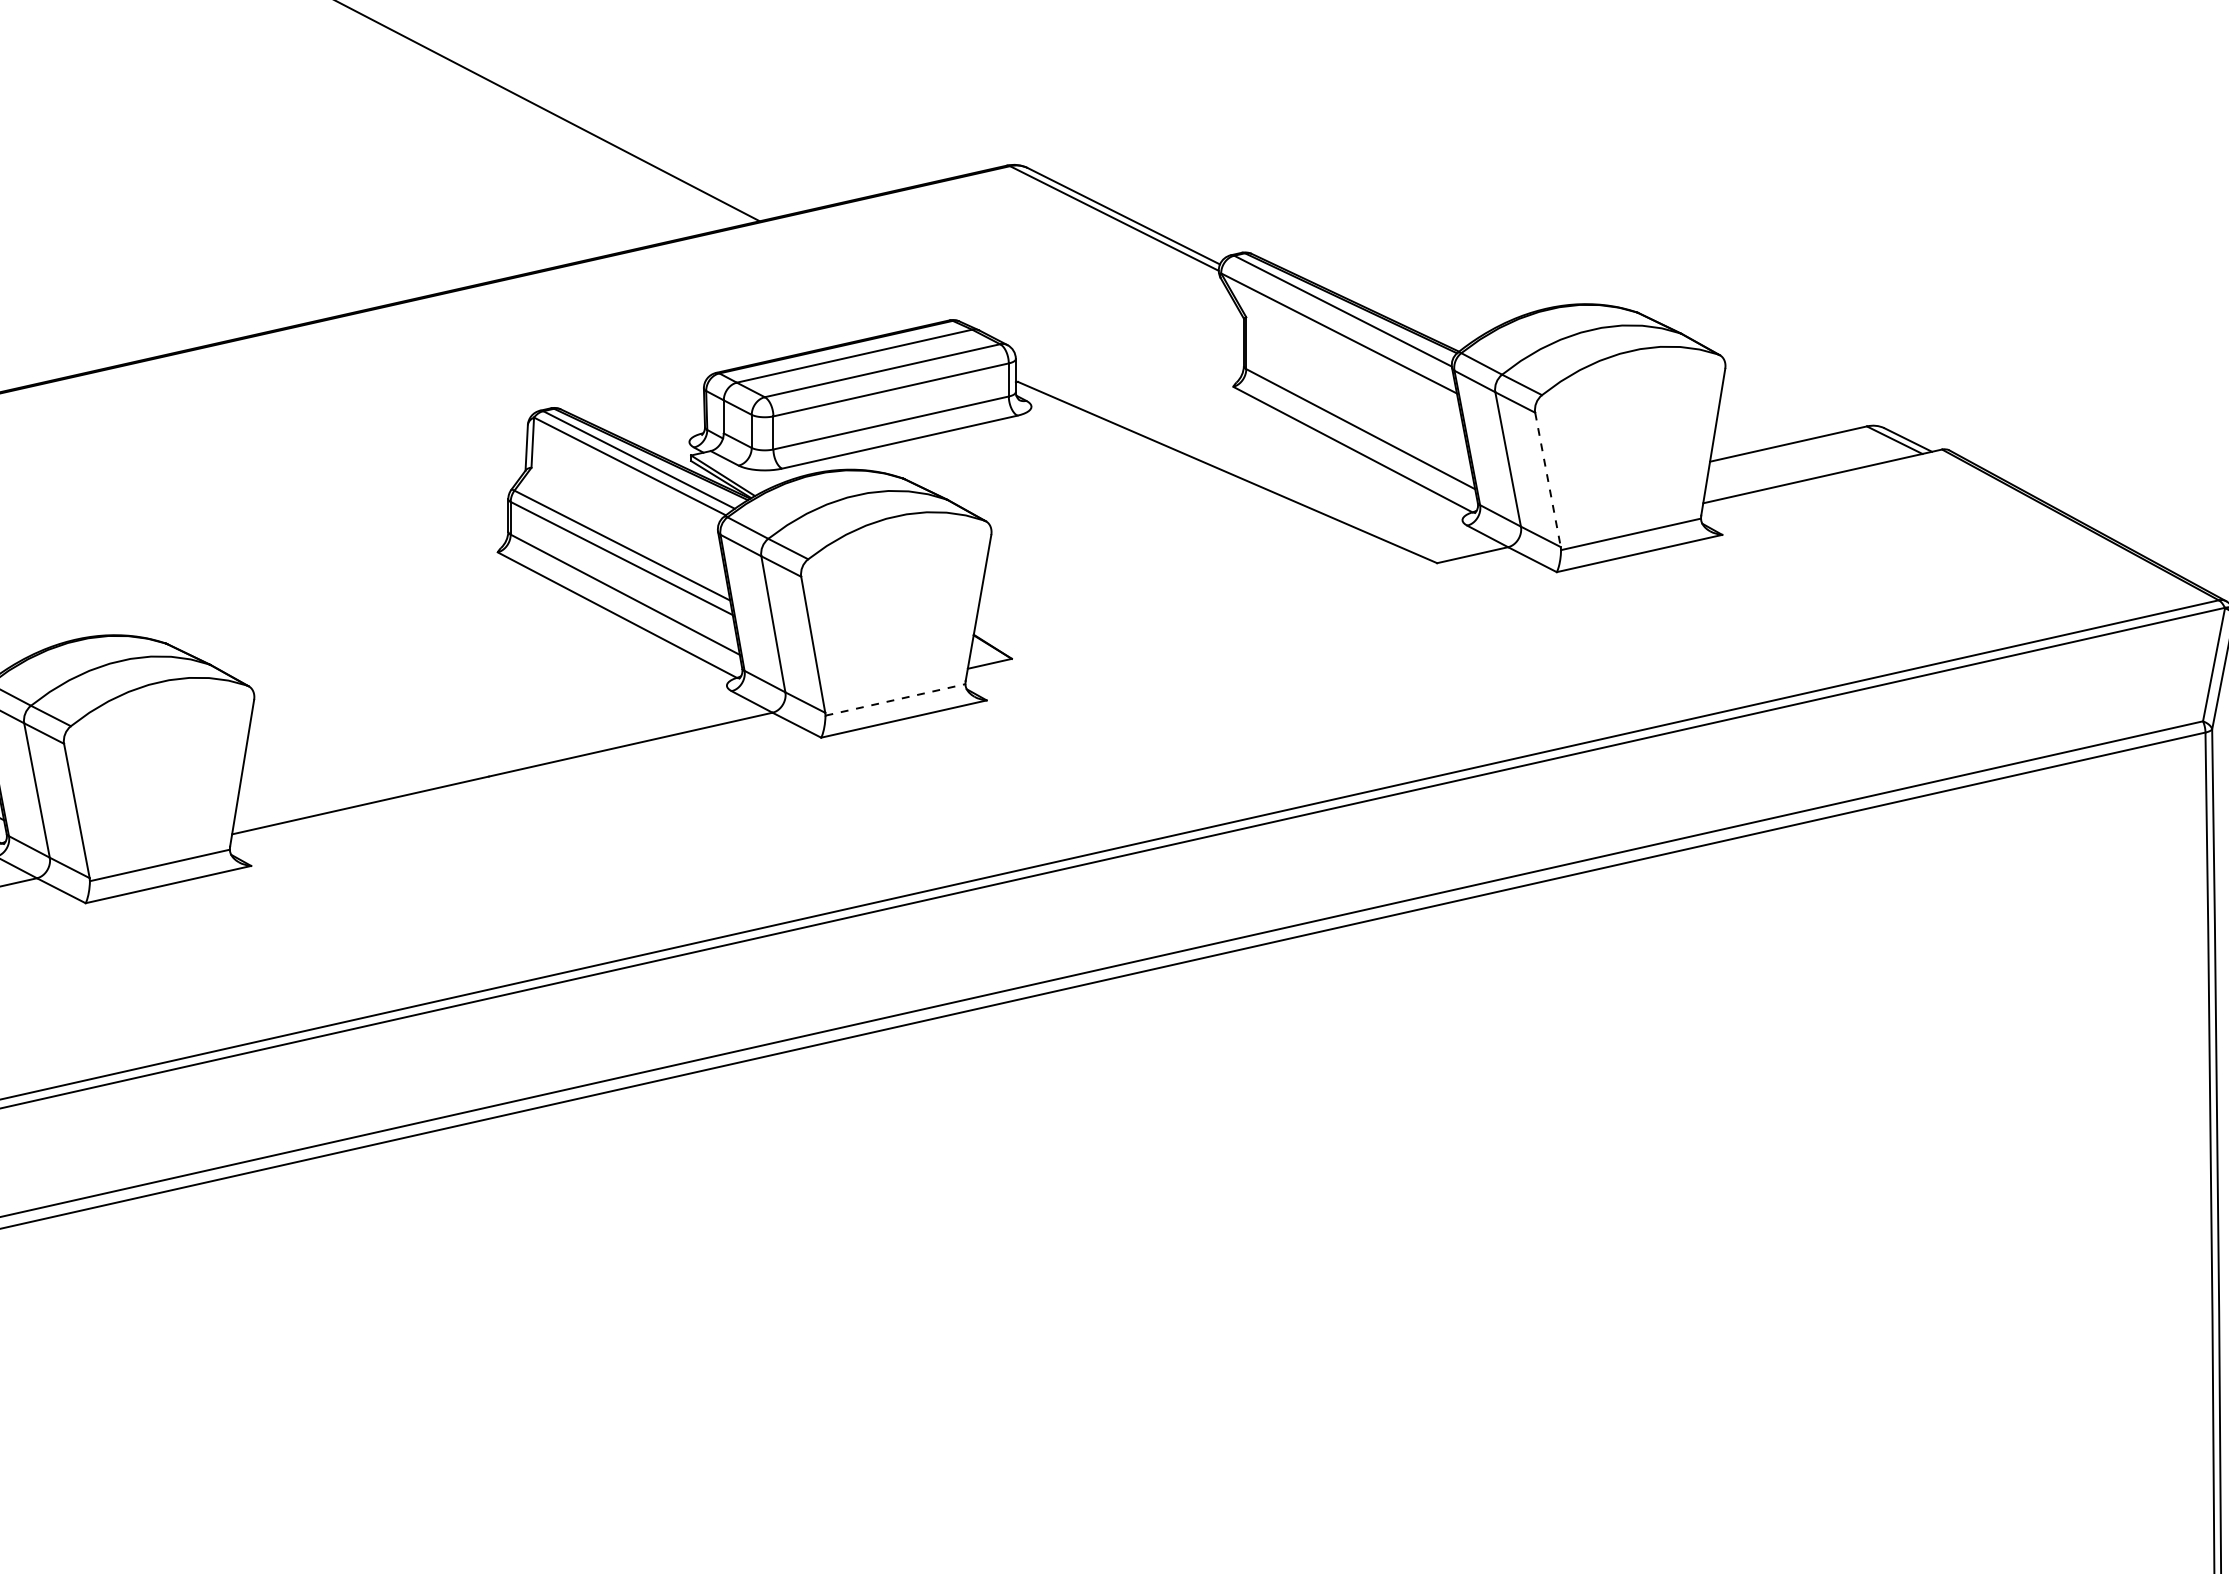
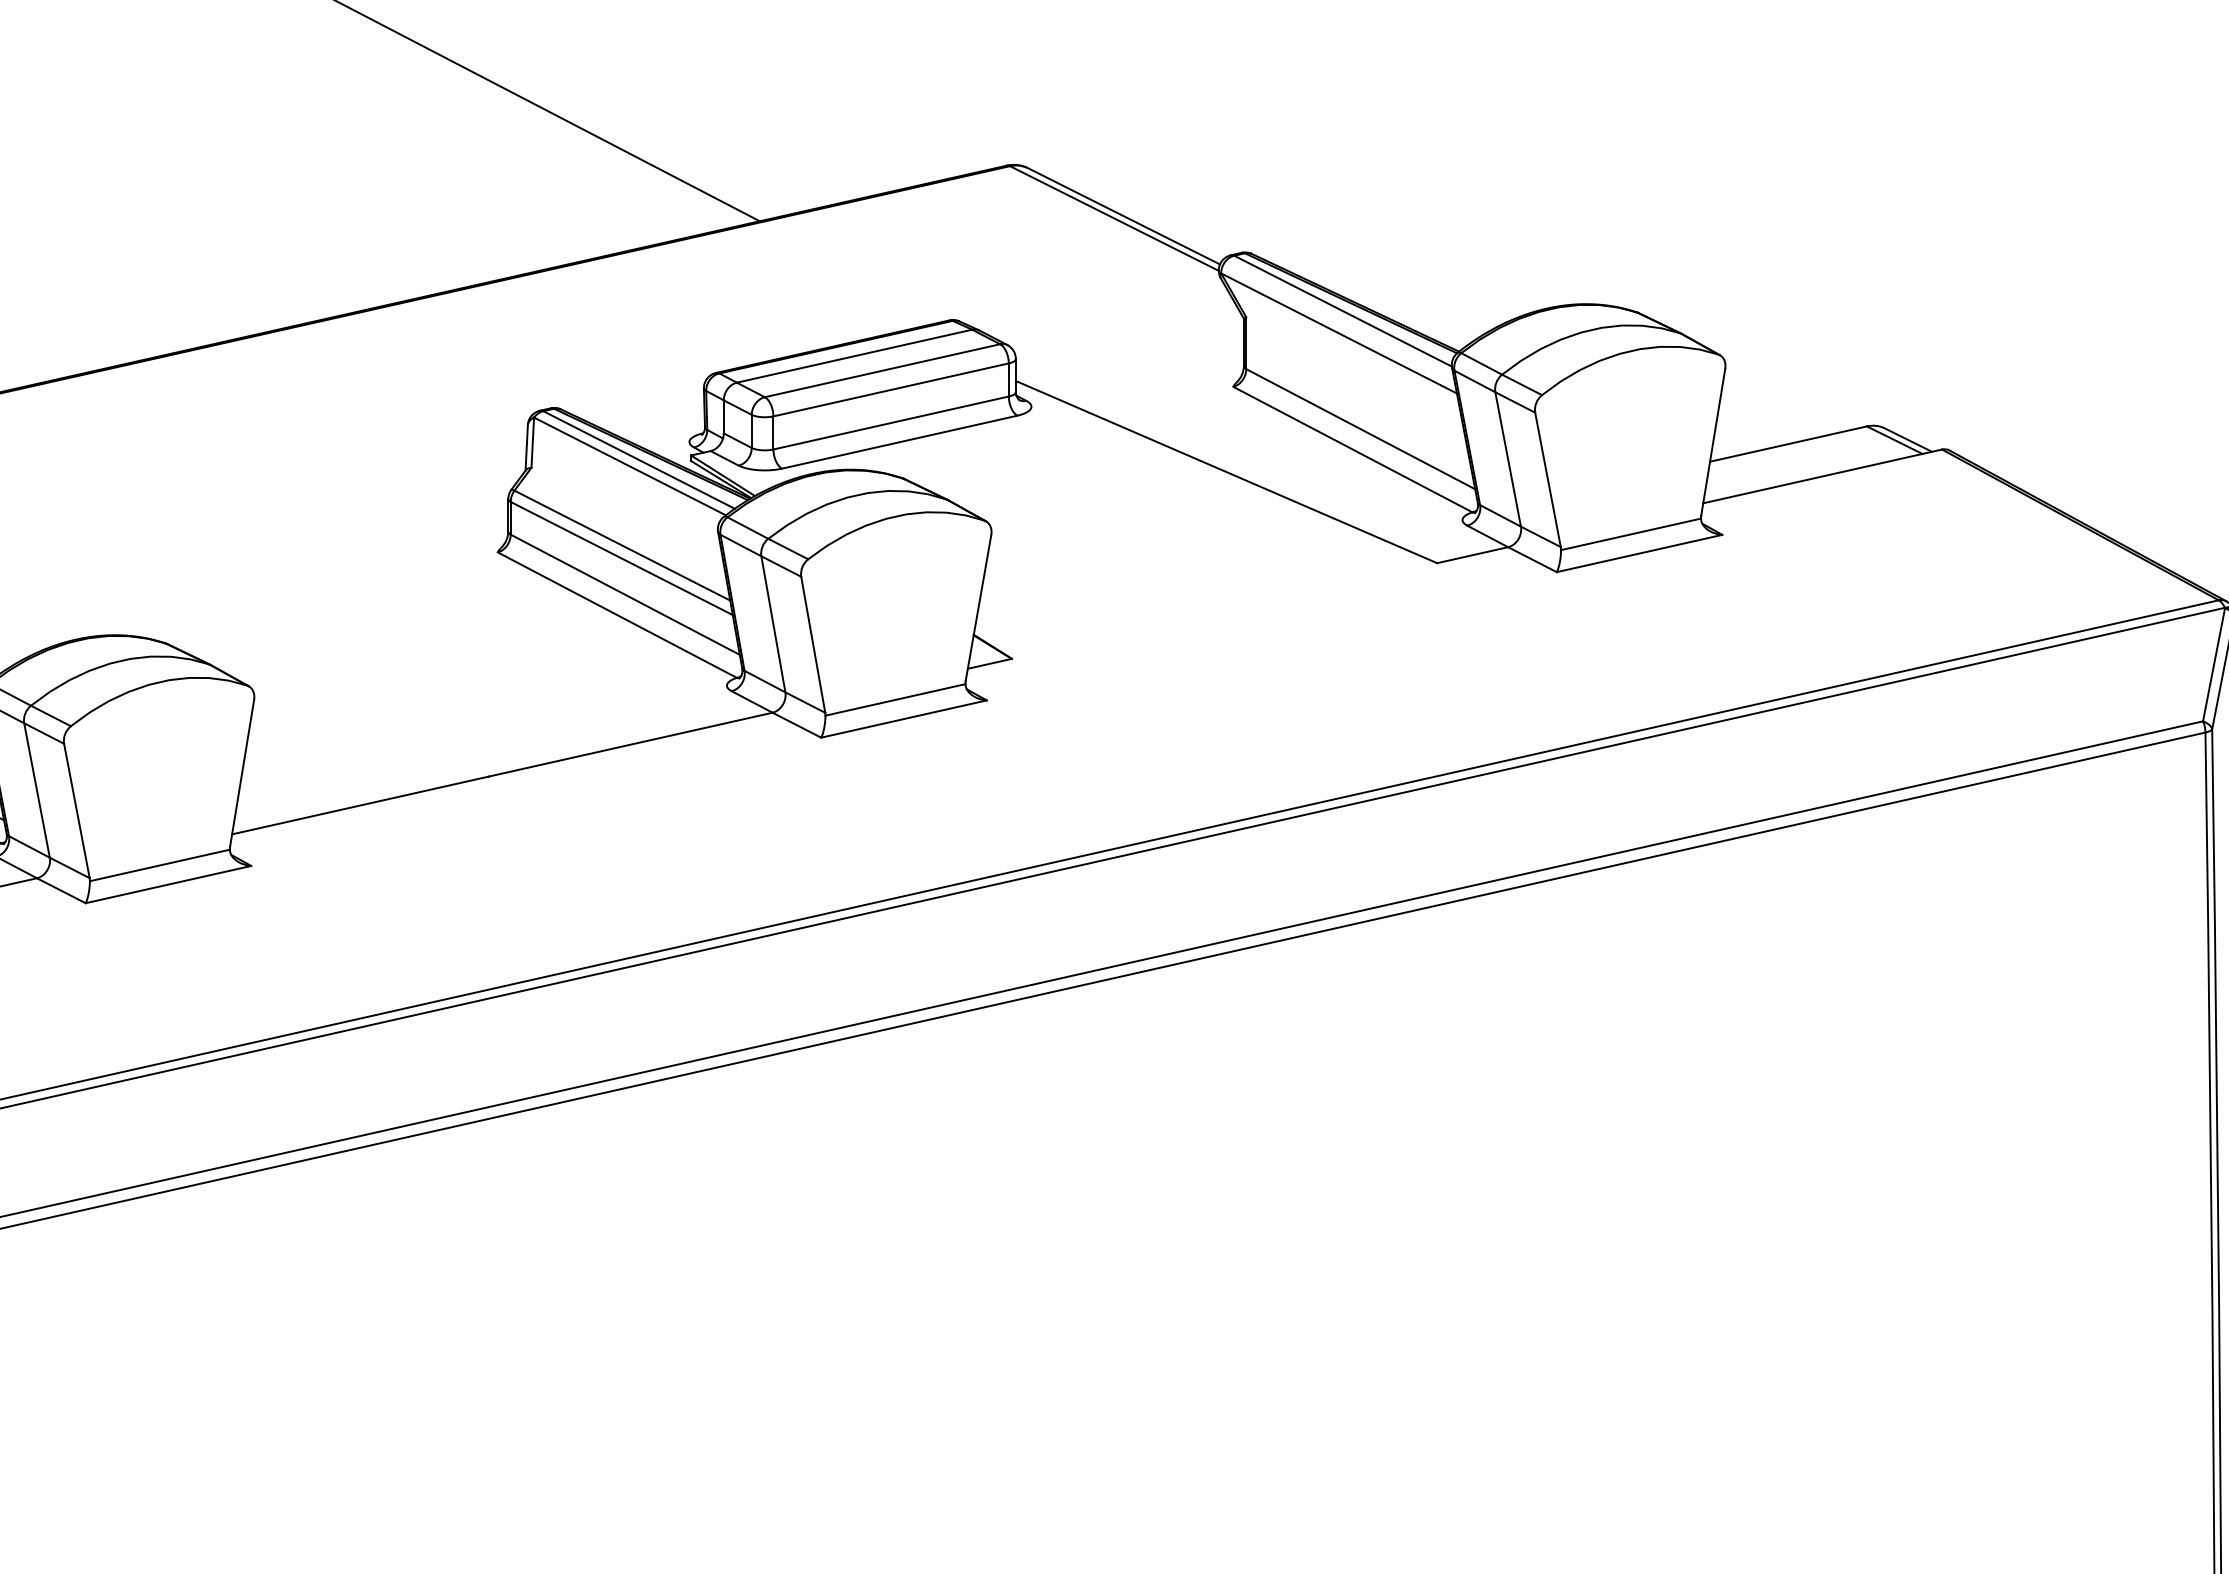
line at (1548, 480): dashed -> solid
line at (895, 699): dashed -> solid
